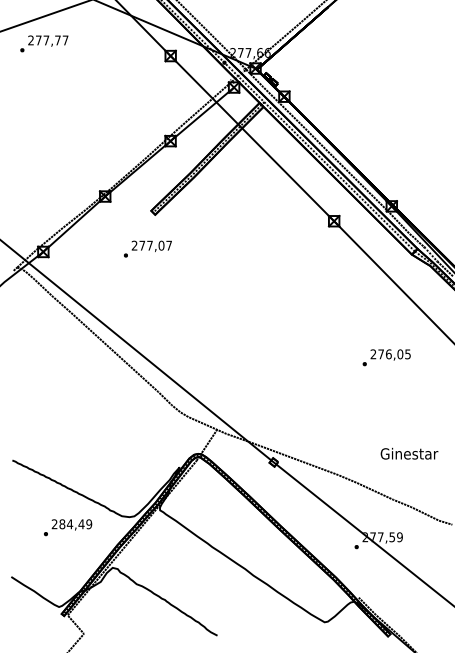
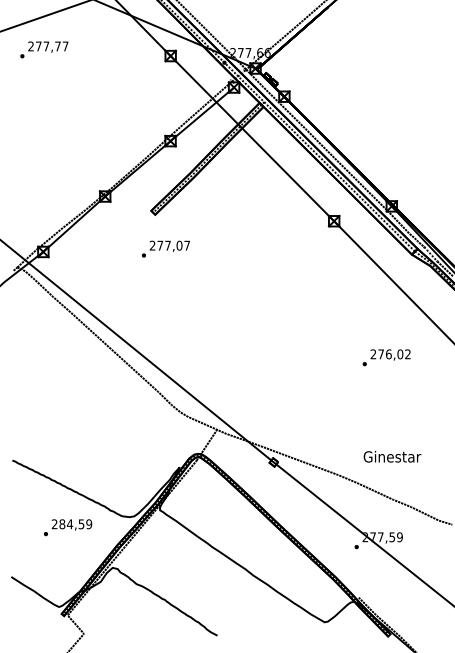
text at (44, 43) position: (44, 43) -> (44, 49)
text at (147, 248) position: (147, 248) -> (165, 248)
text at (407, 354): 276,05 -> 276,02
text at (409, 453) position: (409, 453) -> (392, 456)
text at (81, 524): 284,49 -> 284,59
